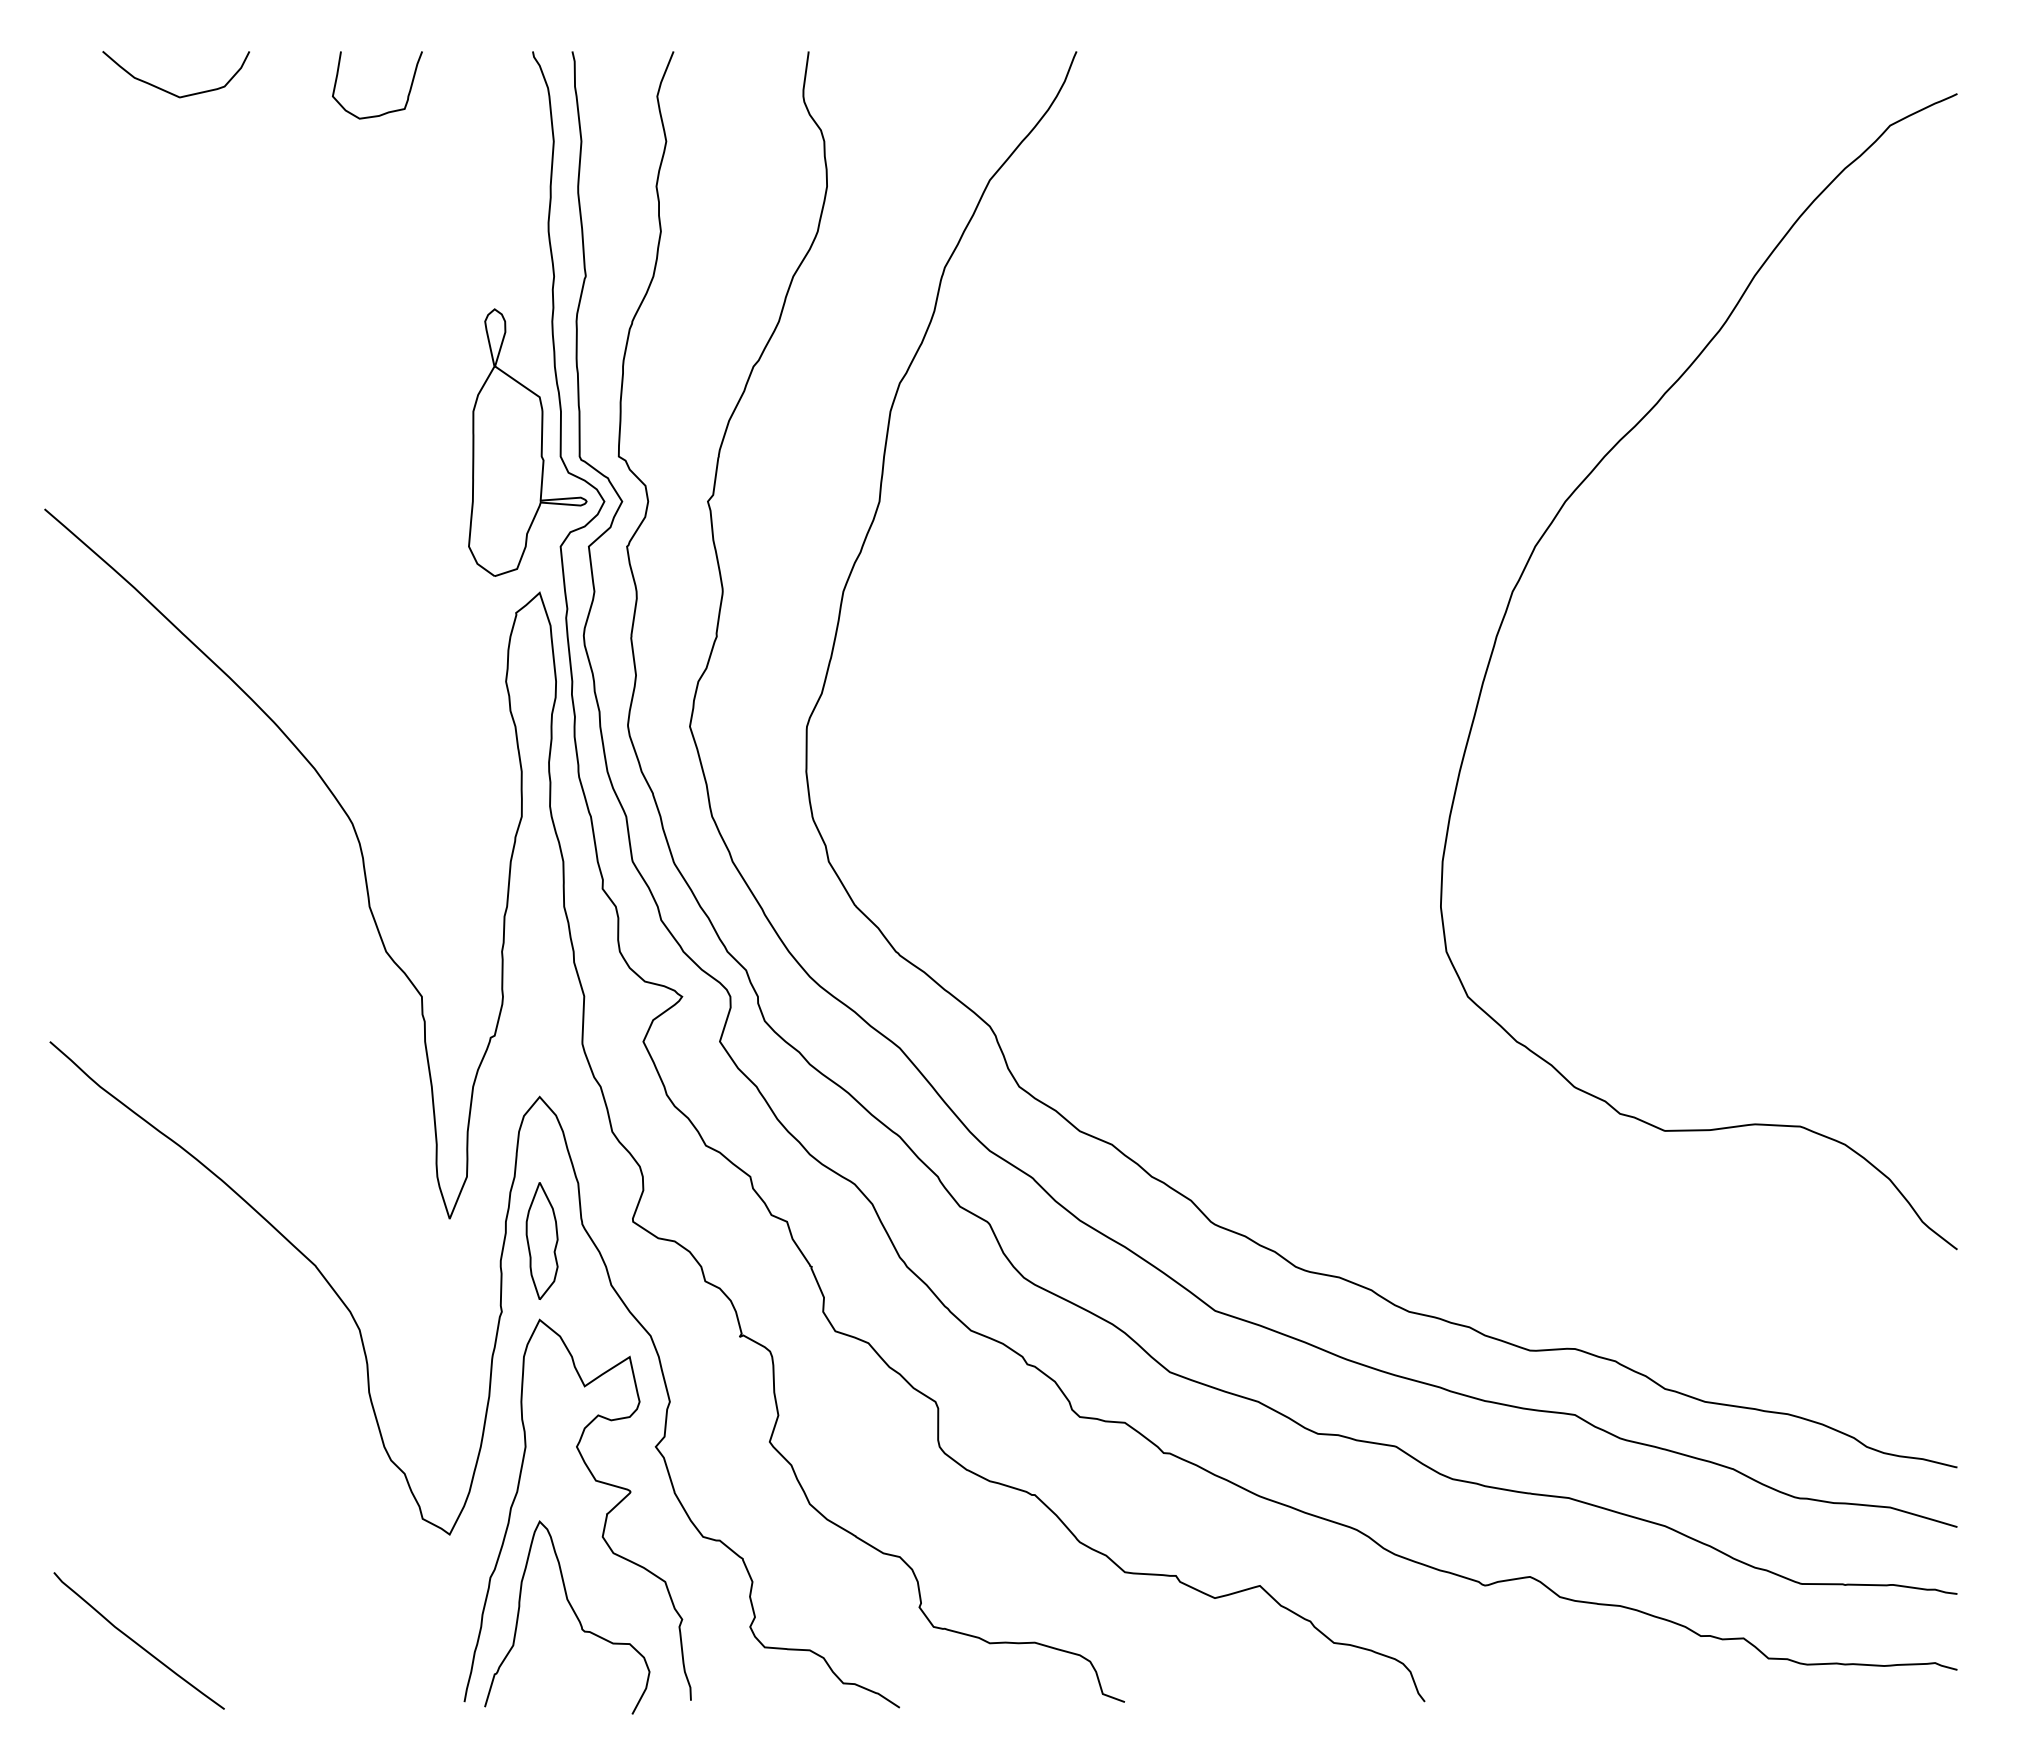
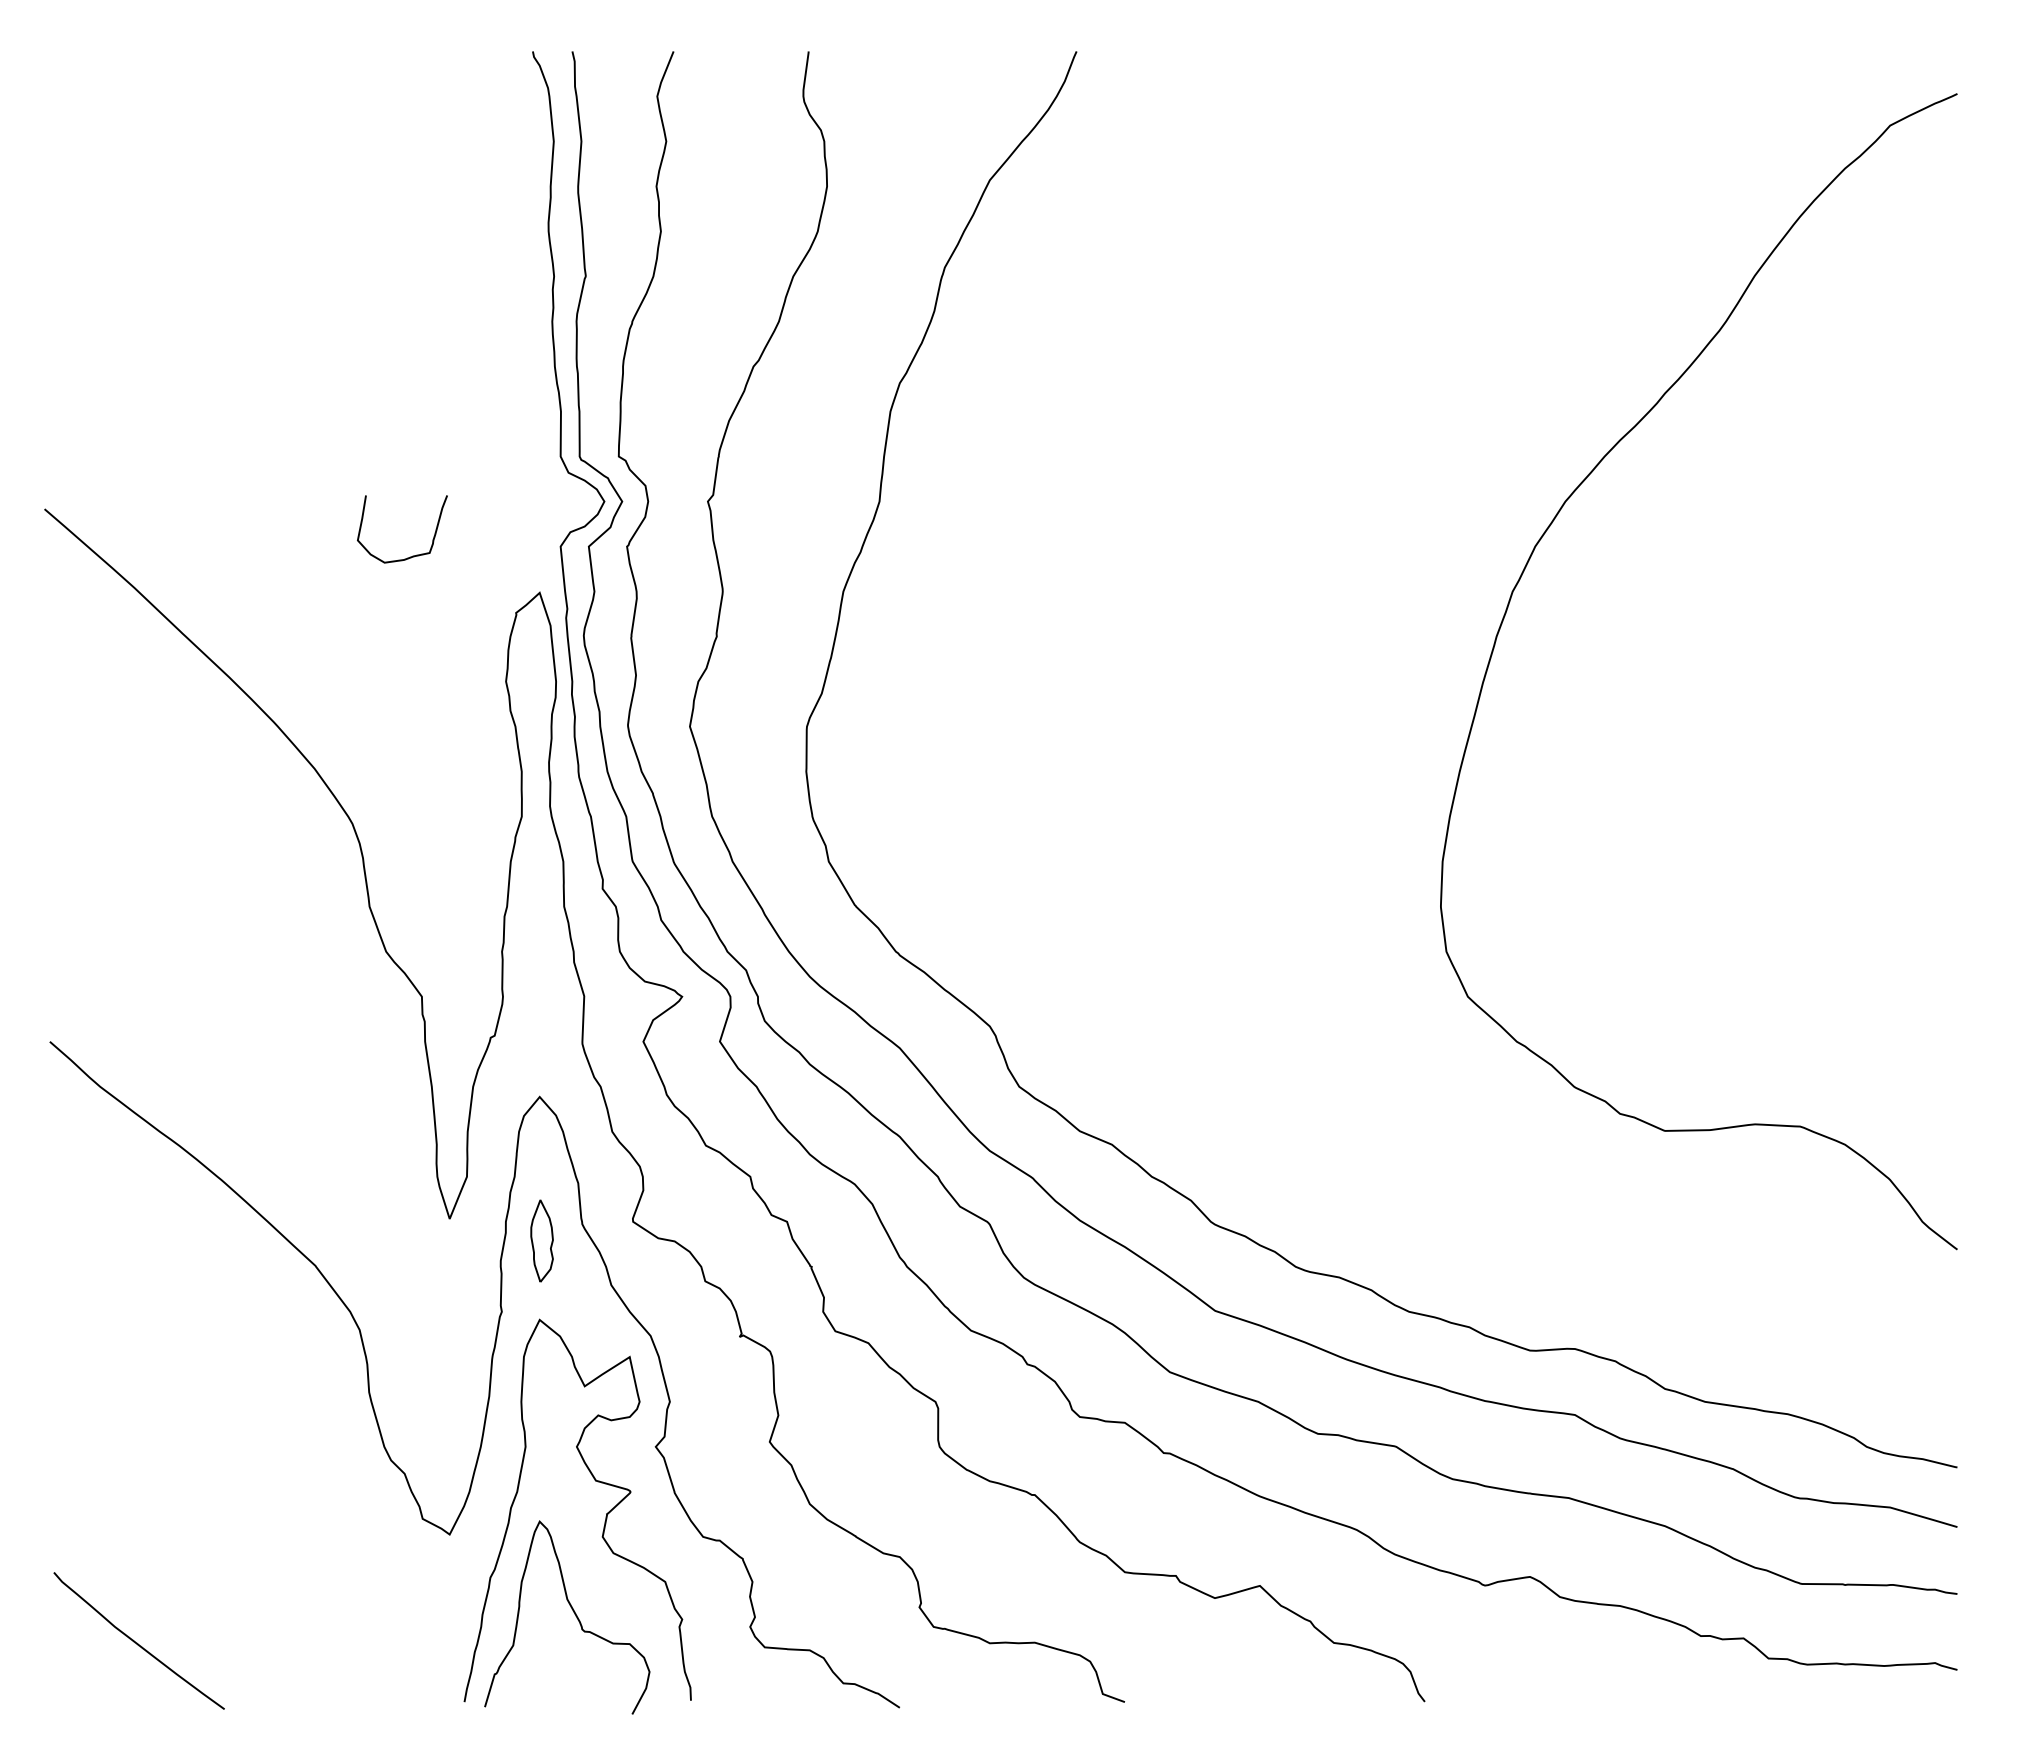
curve at (169, 91): present -> none
curve at (387, 111) position: (387, 111) -> (412, 555)
part at (527, 442): present -> none
part at (541, 1240) size: 34x118 px -> 24x84 px
